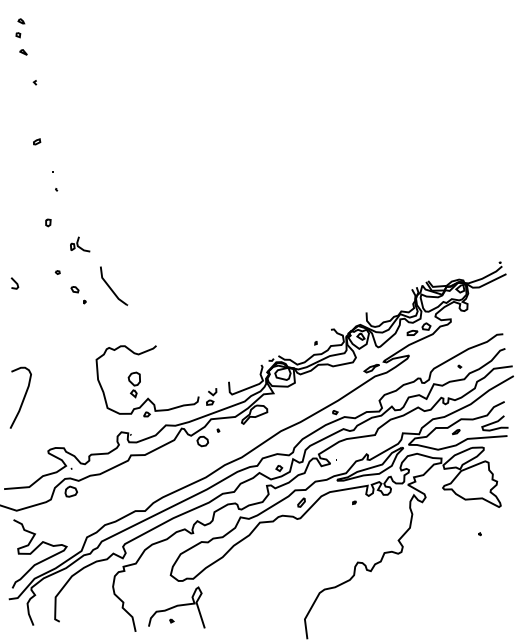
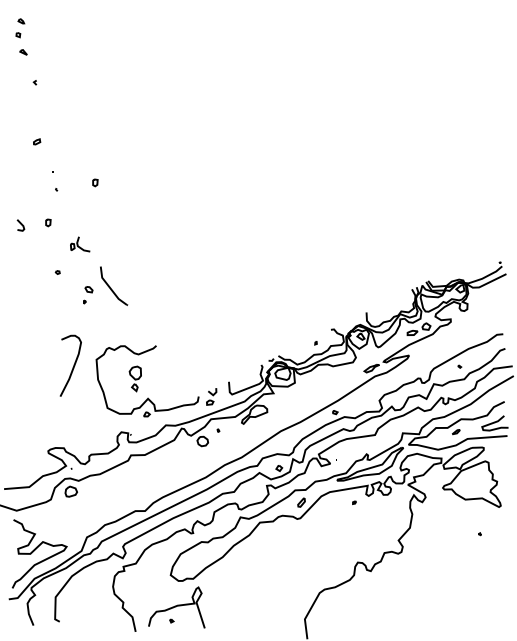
part at (95, 182): none -> present
line at (14, 282) position: (14, 282) -> (20, 224)
part at (74, 289) position: (74, 289) -> (88, 289)
part at (133, 384) position: (133, 384) -> (134, 378)
curve at (22, 399) position: (22, 399) -> (72, 367)
